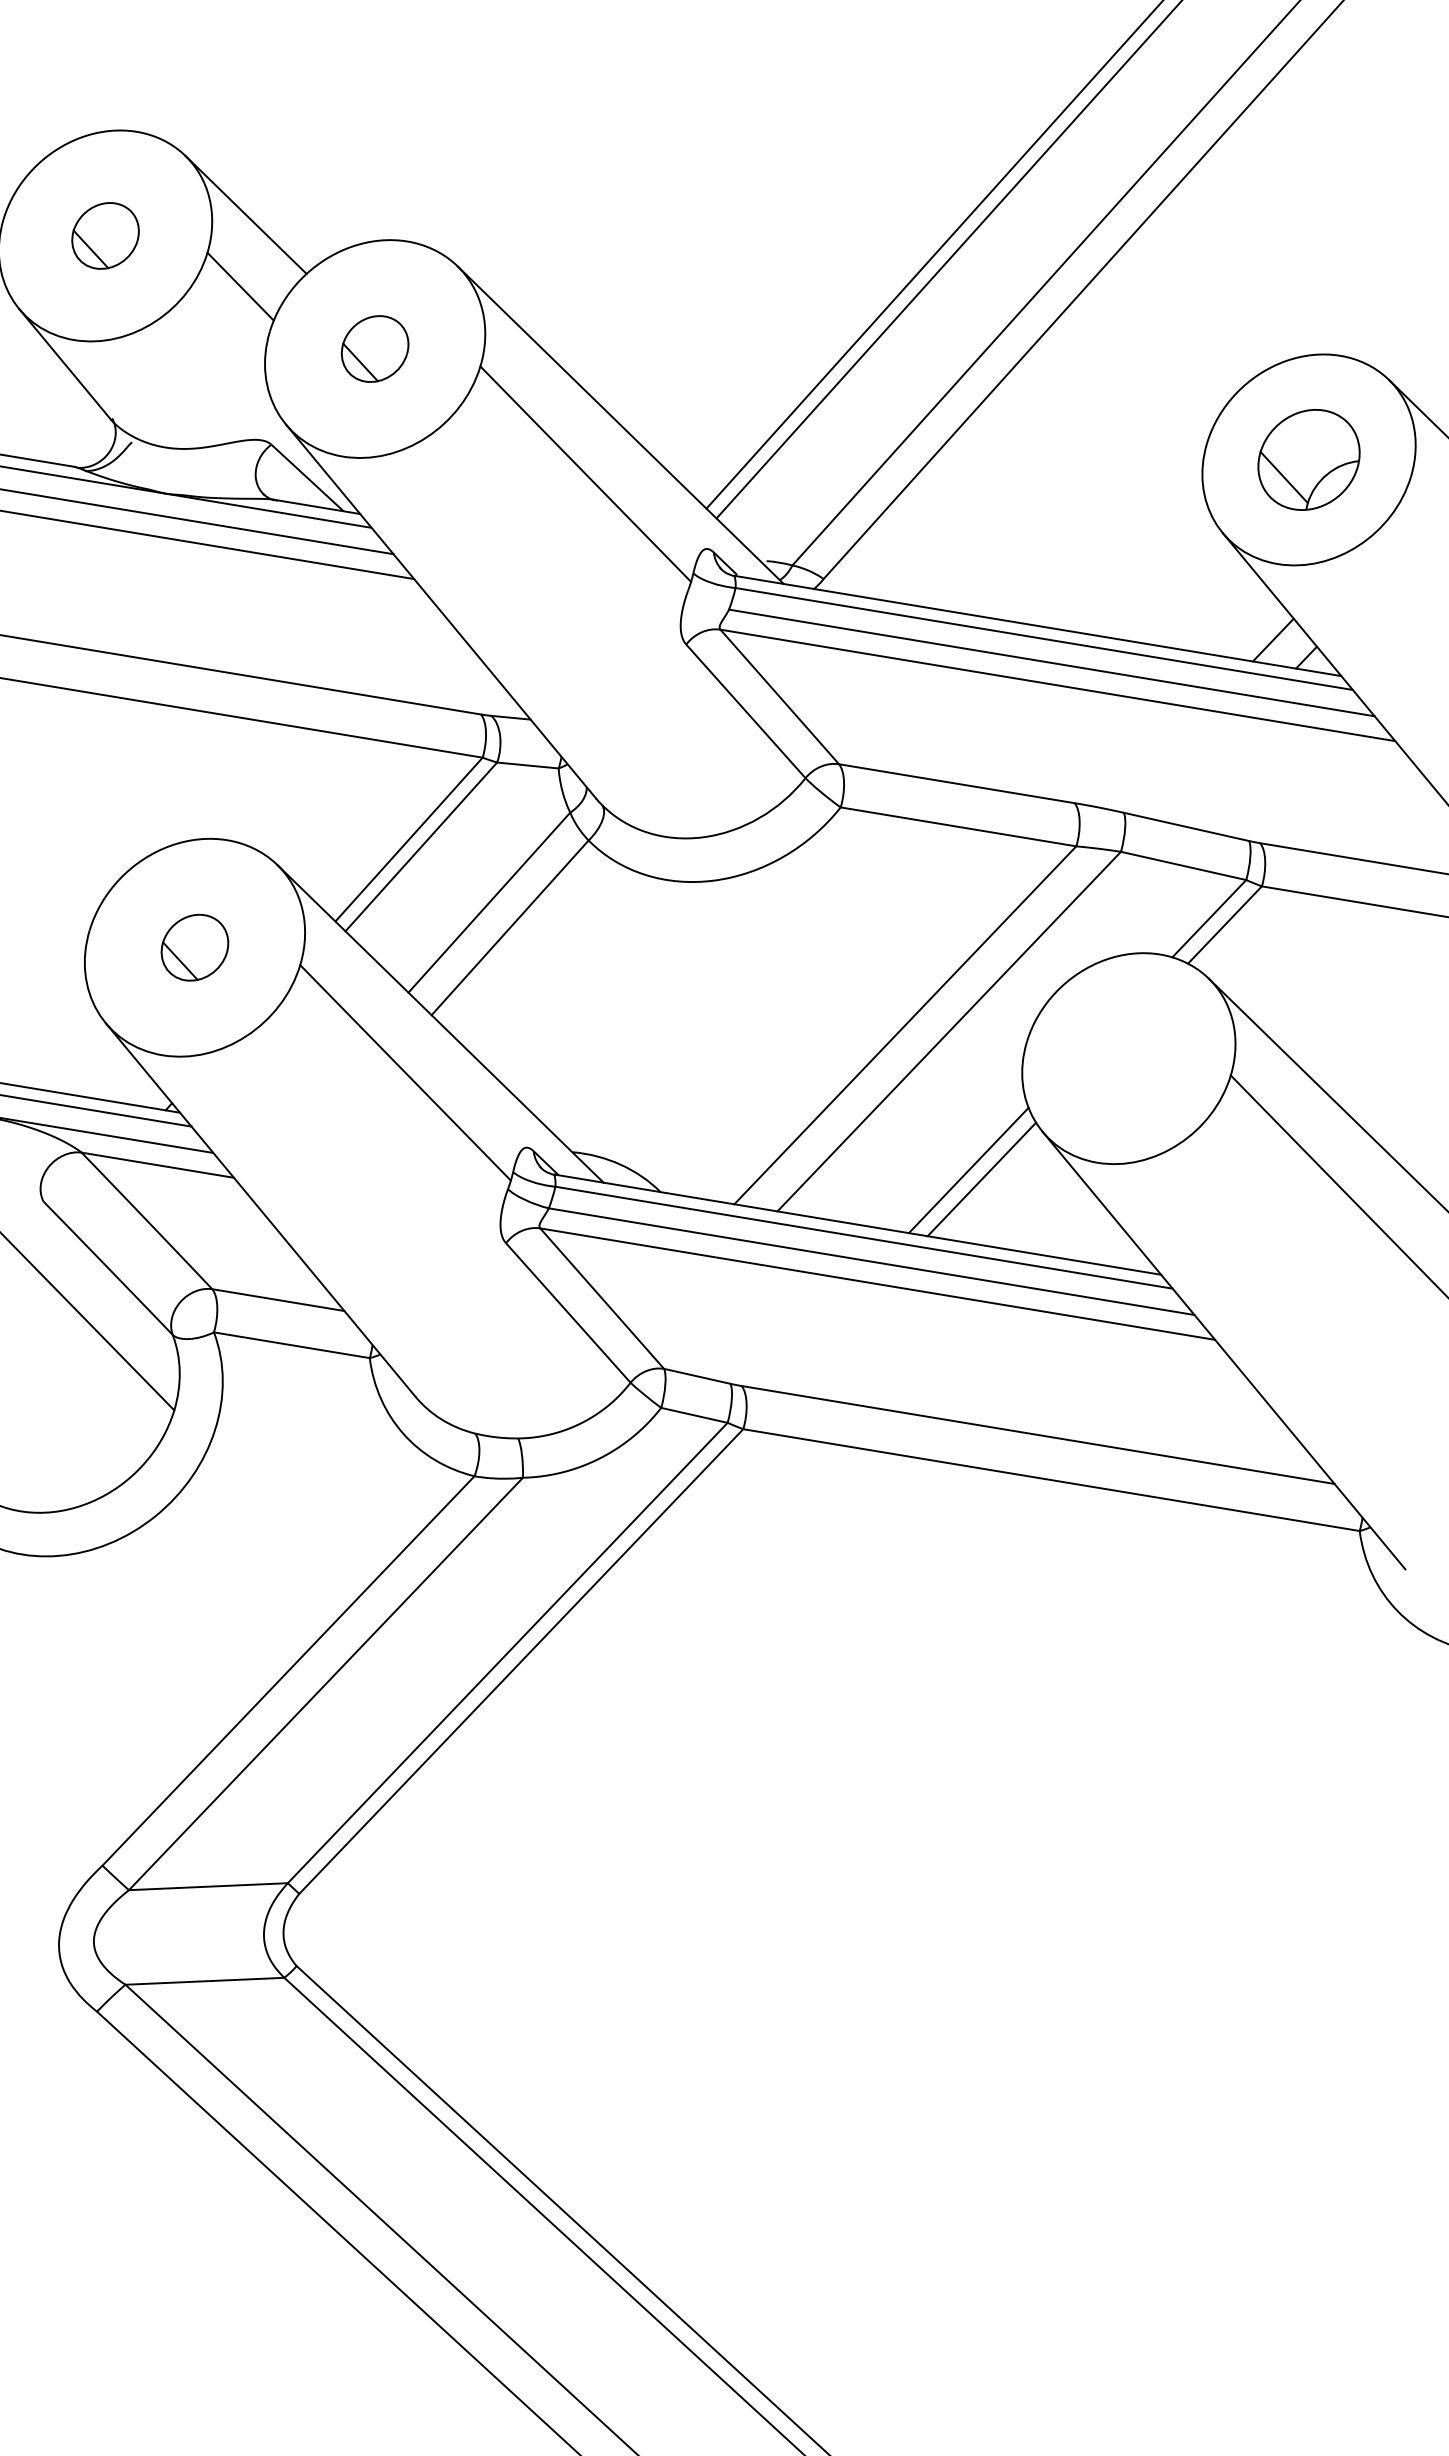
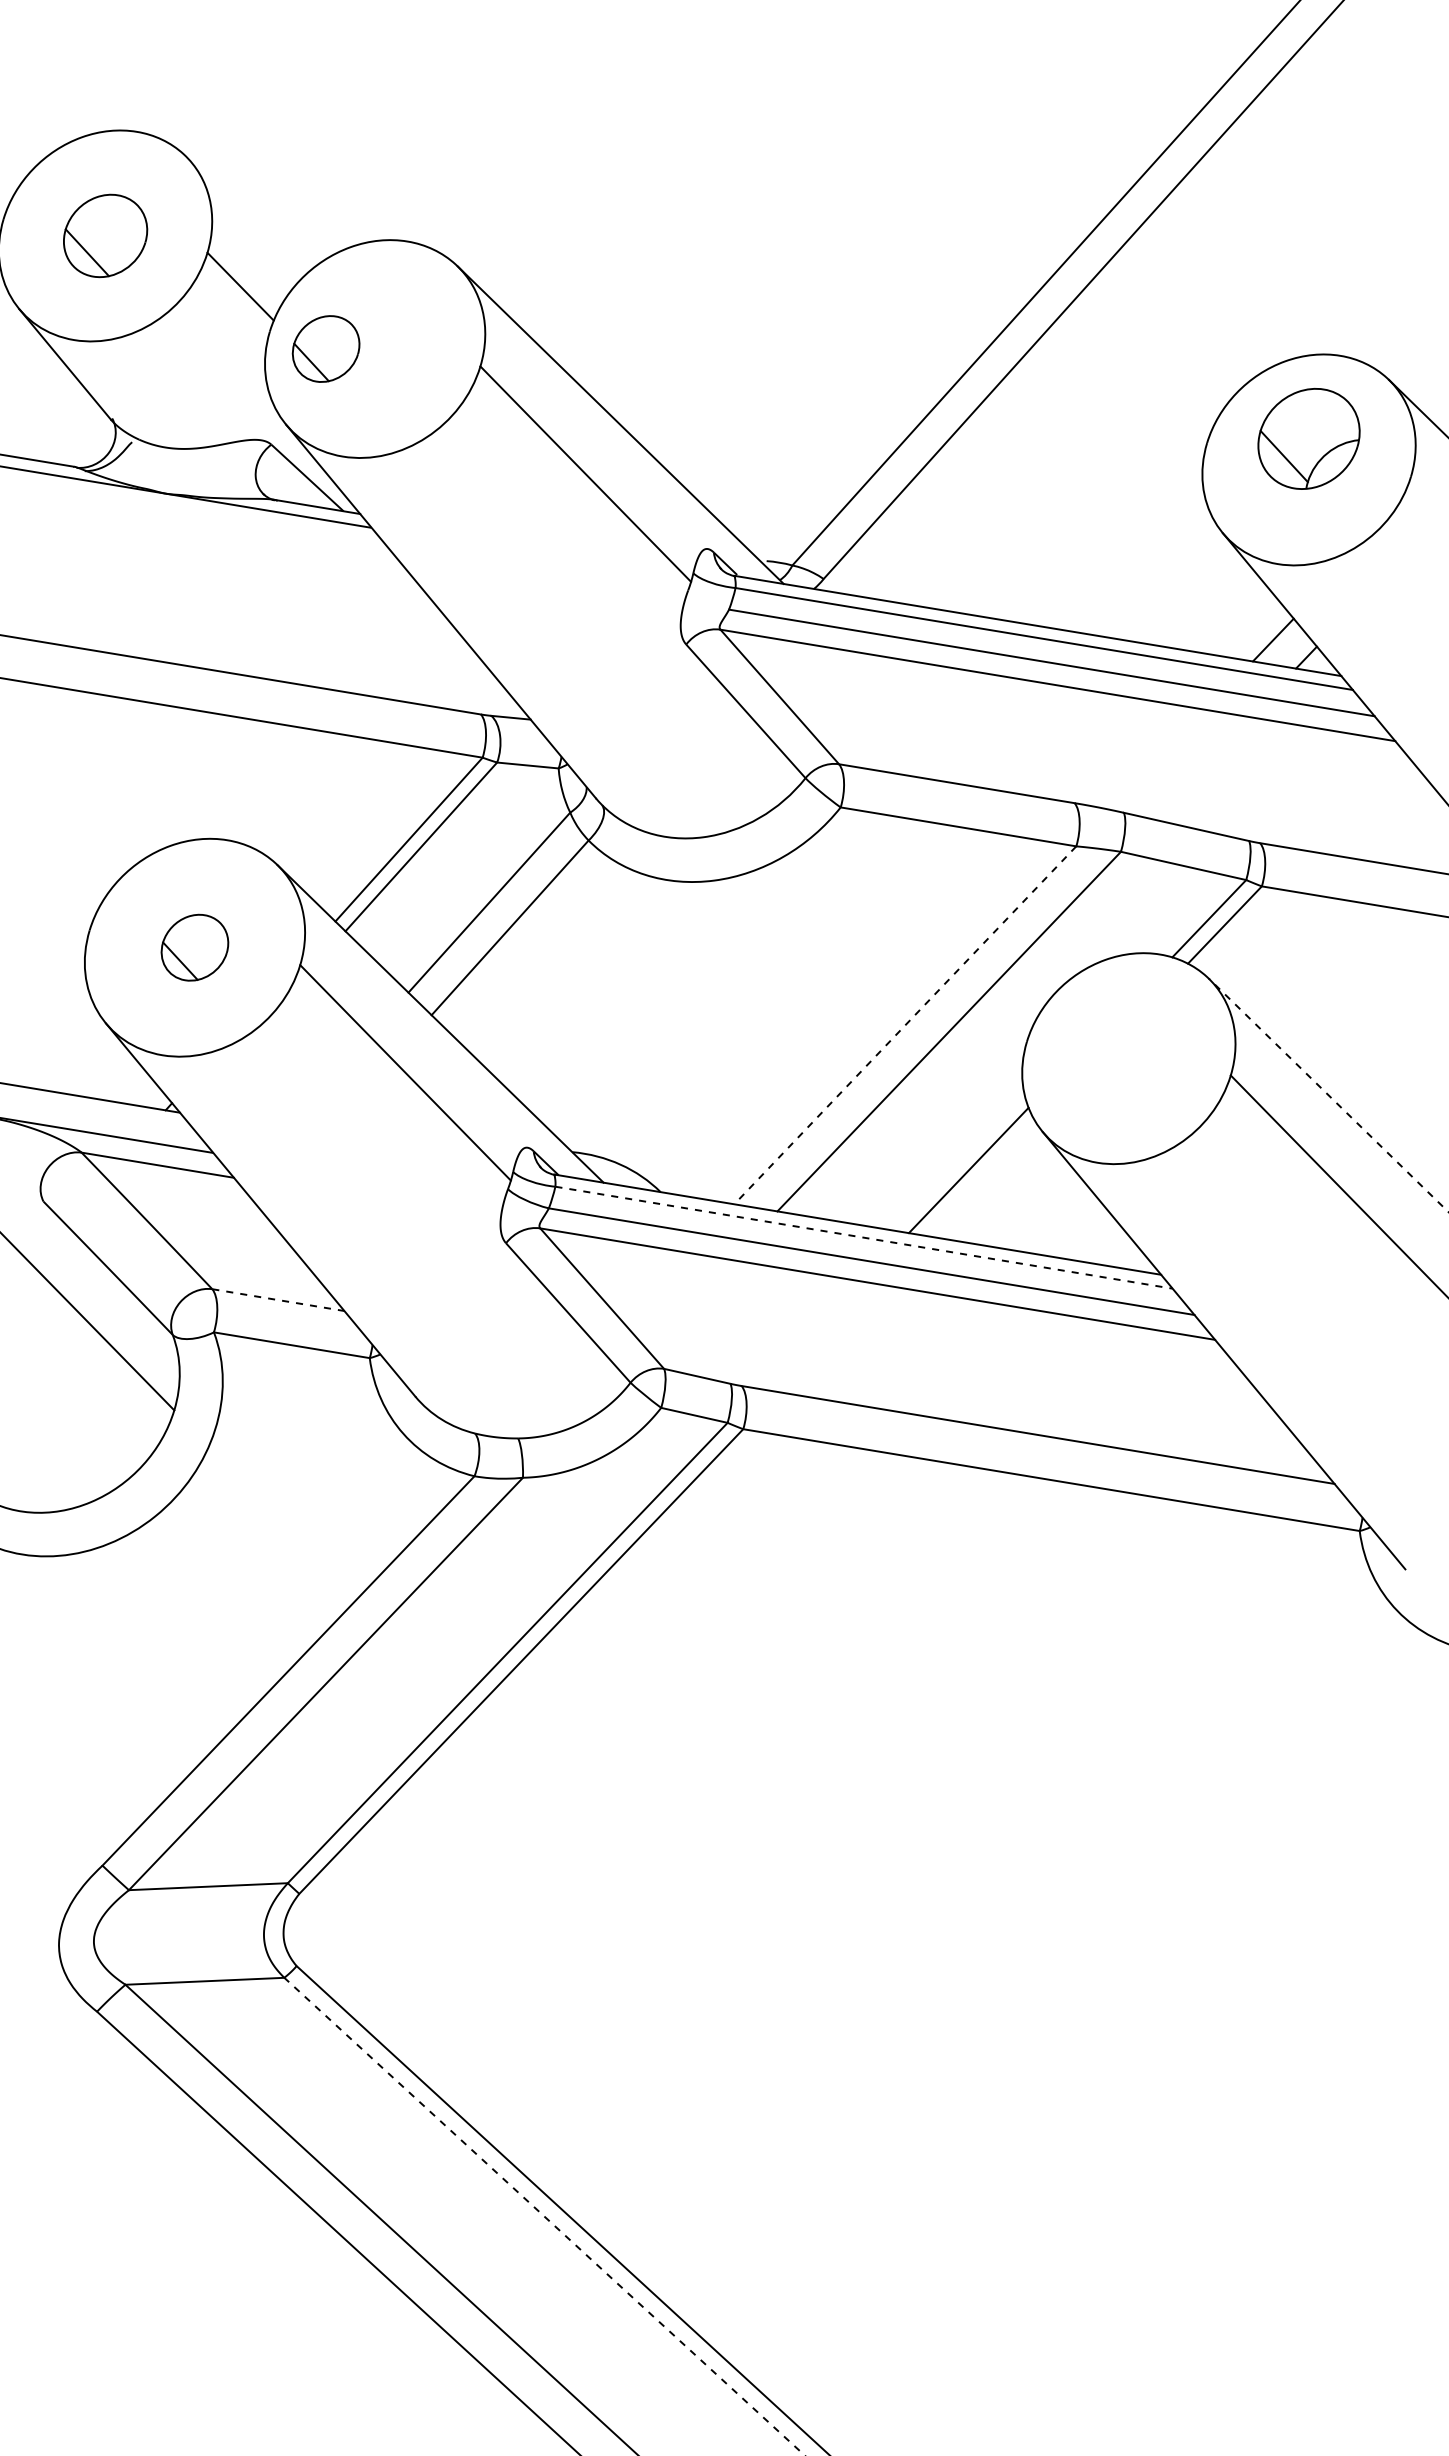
line at (245, 214): present -> none
part at (105, 235) size: 69x68 px -> 86x86 px
line at (933, 255): present -> none
line at (948, 260): present -> none
part at (374, 348) position: (374, 348) -> (325, 348)
part at (1308, 459) position: (1308, 459) -> (1308, 438)
line at (197, 521): present -> none
line at (208, 545): present -> none
line at (905, 1025): solid -> dashed
line at (1328, 1095): solid -> dashed
line at (96, 1110): present -> none
line at (981, 1179): present -> none
line at (864, 1237): solid -> dashed
line at (278, 1300): solid -> dashed
line at (544, 2216): solid -> dashed
